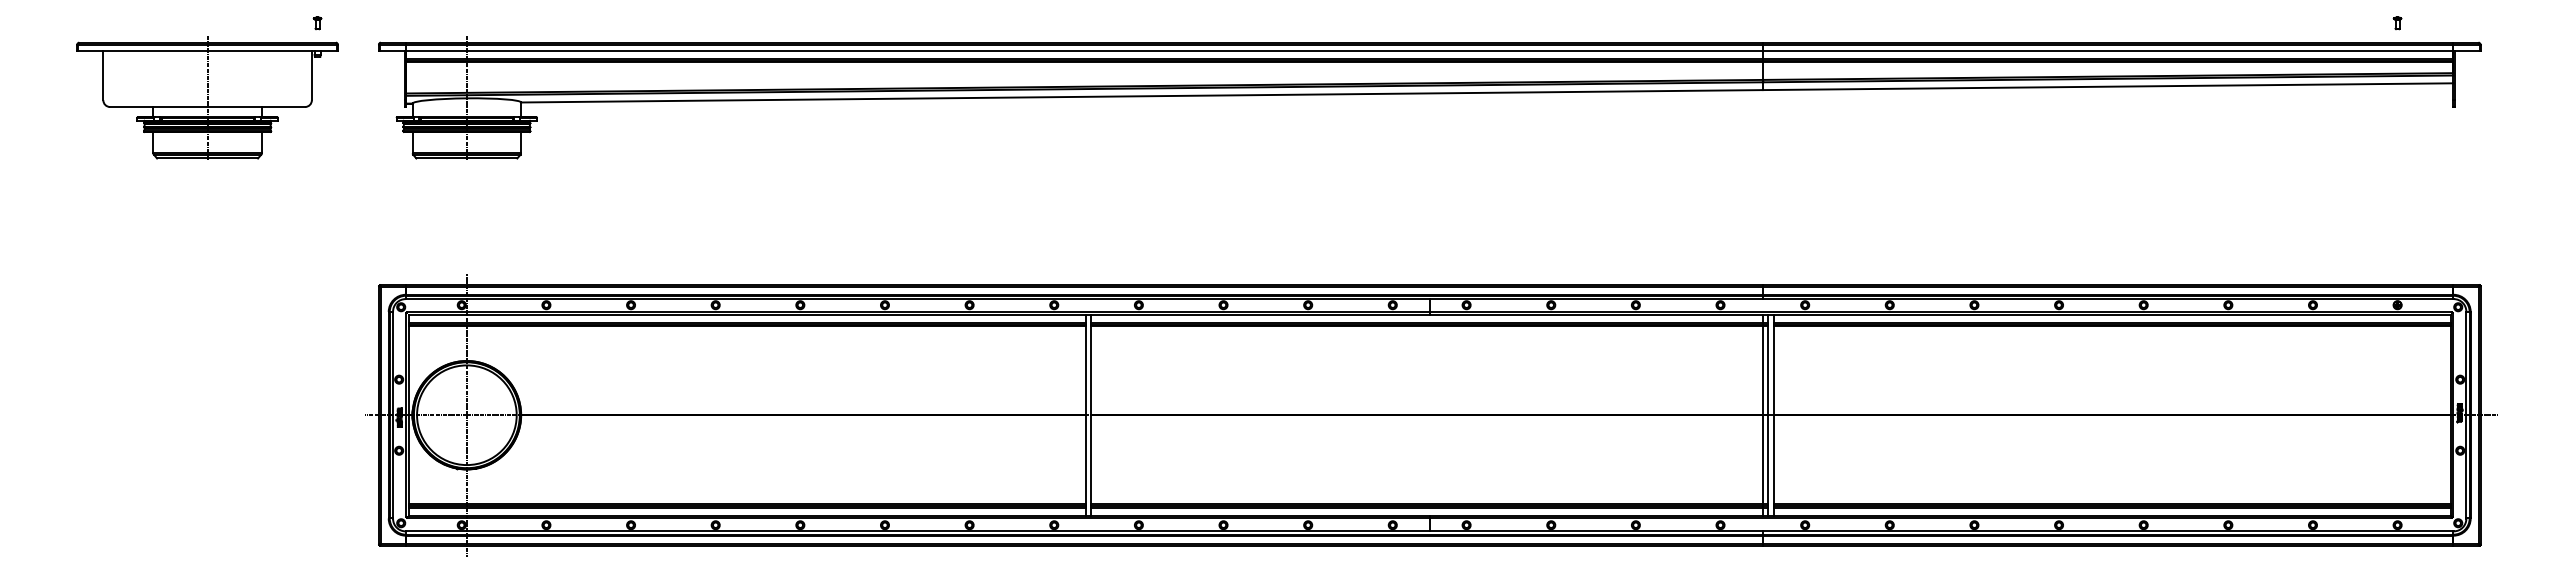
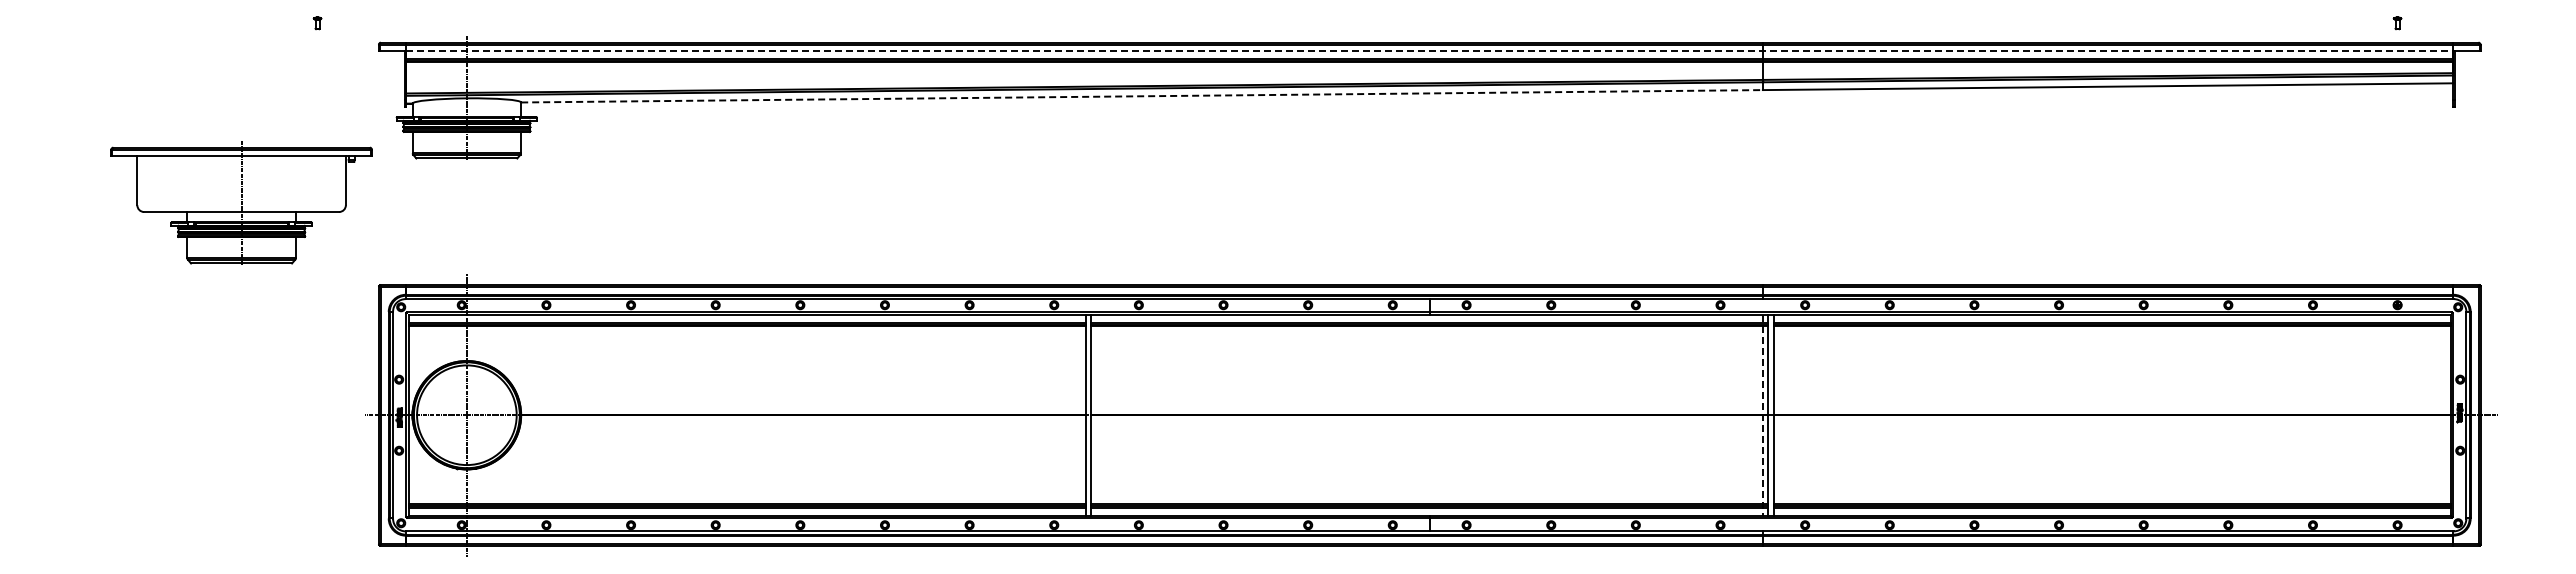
line at (1429, 50): solid -> dashed
line at (1142, 96): solid -> dashed
part at (207, 97) position: (207, 97) -> (241, 202)
line at (1762, 415): solid -> dashed
